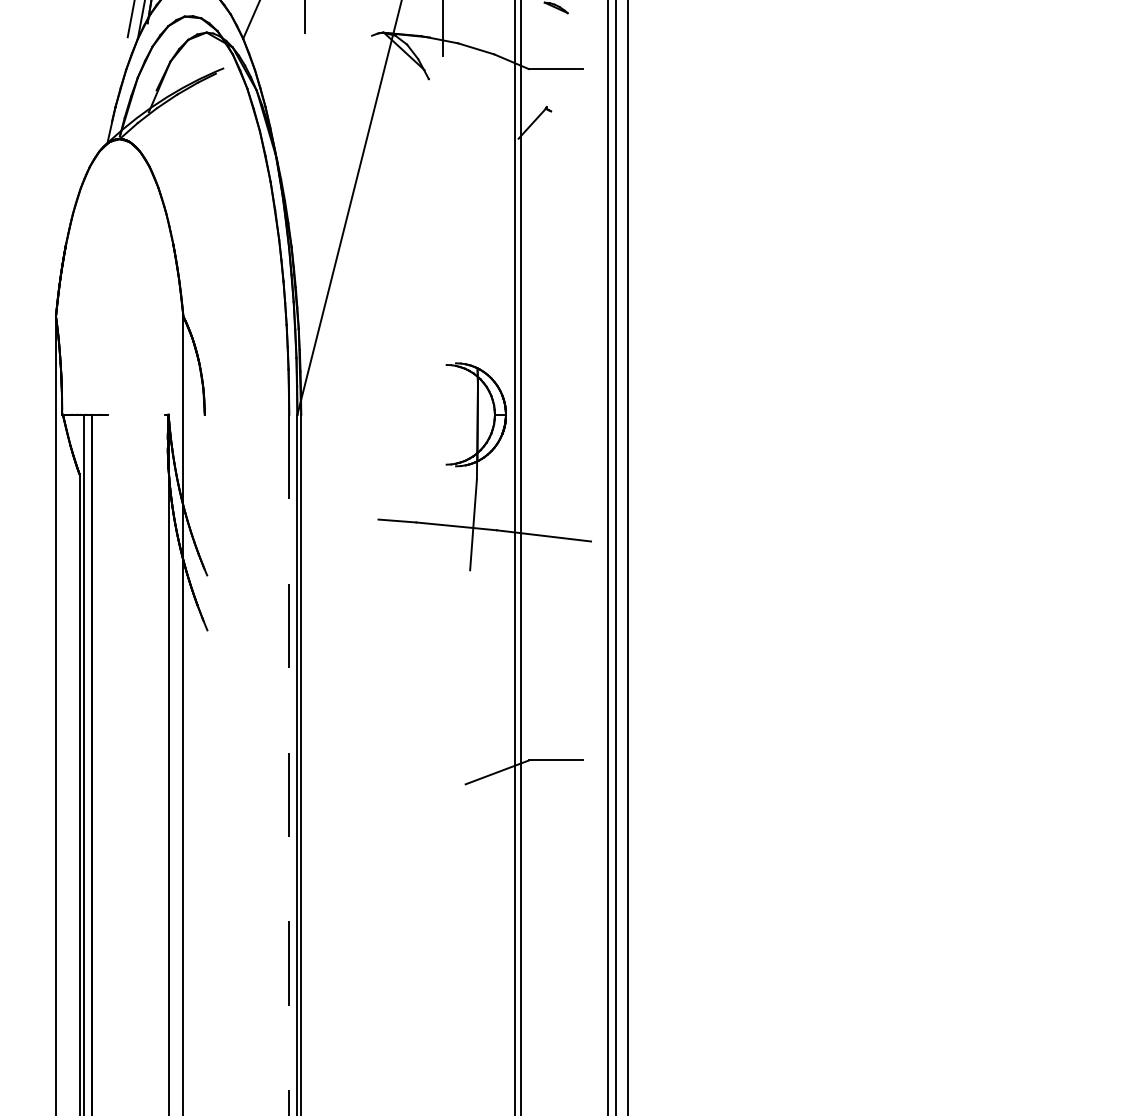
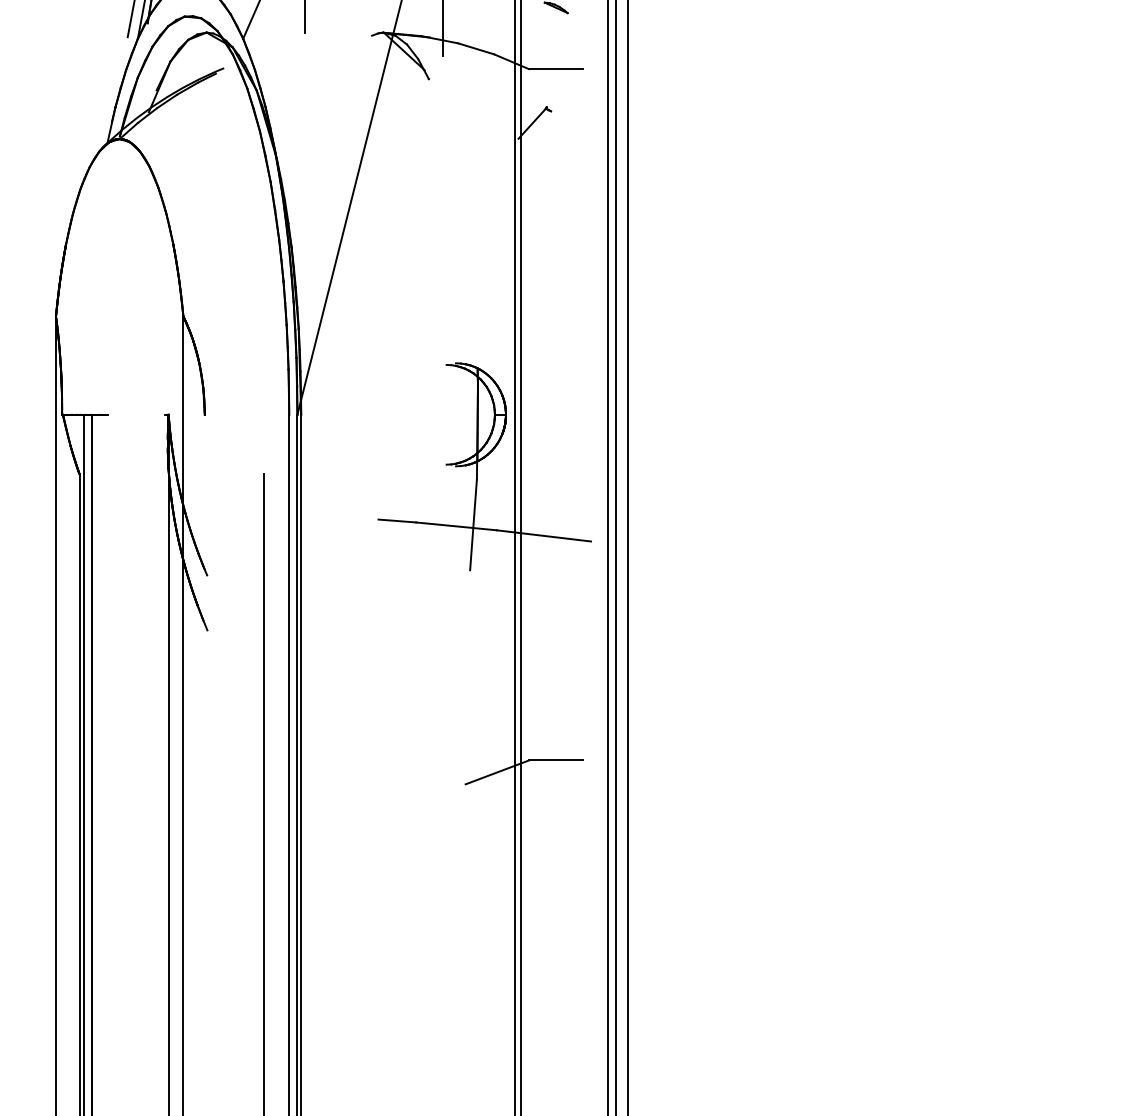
line at (289, 765): dashed -> solid
line at (263, 793): none -> present
